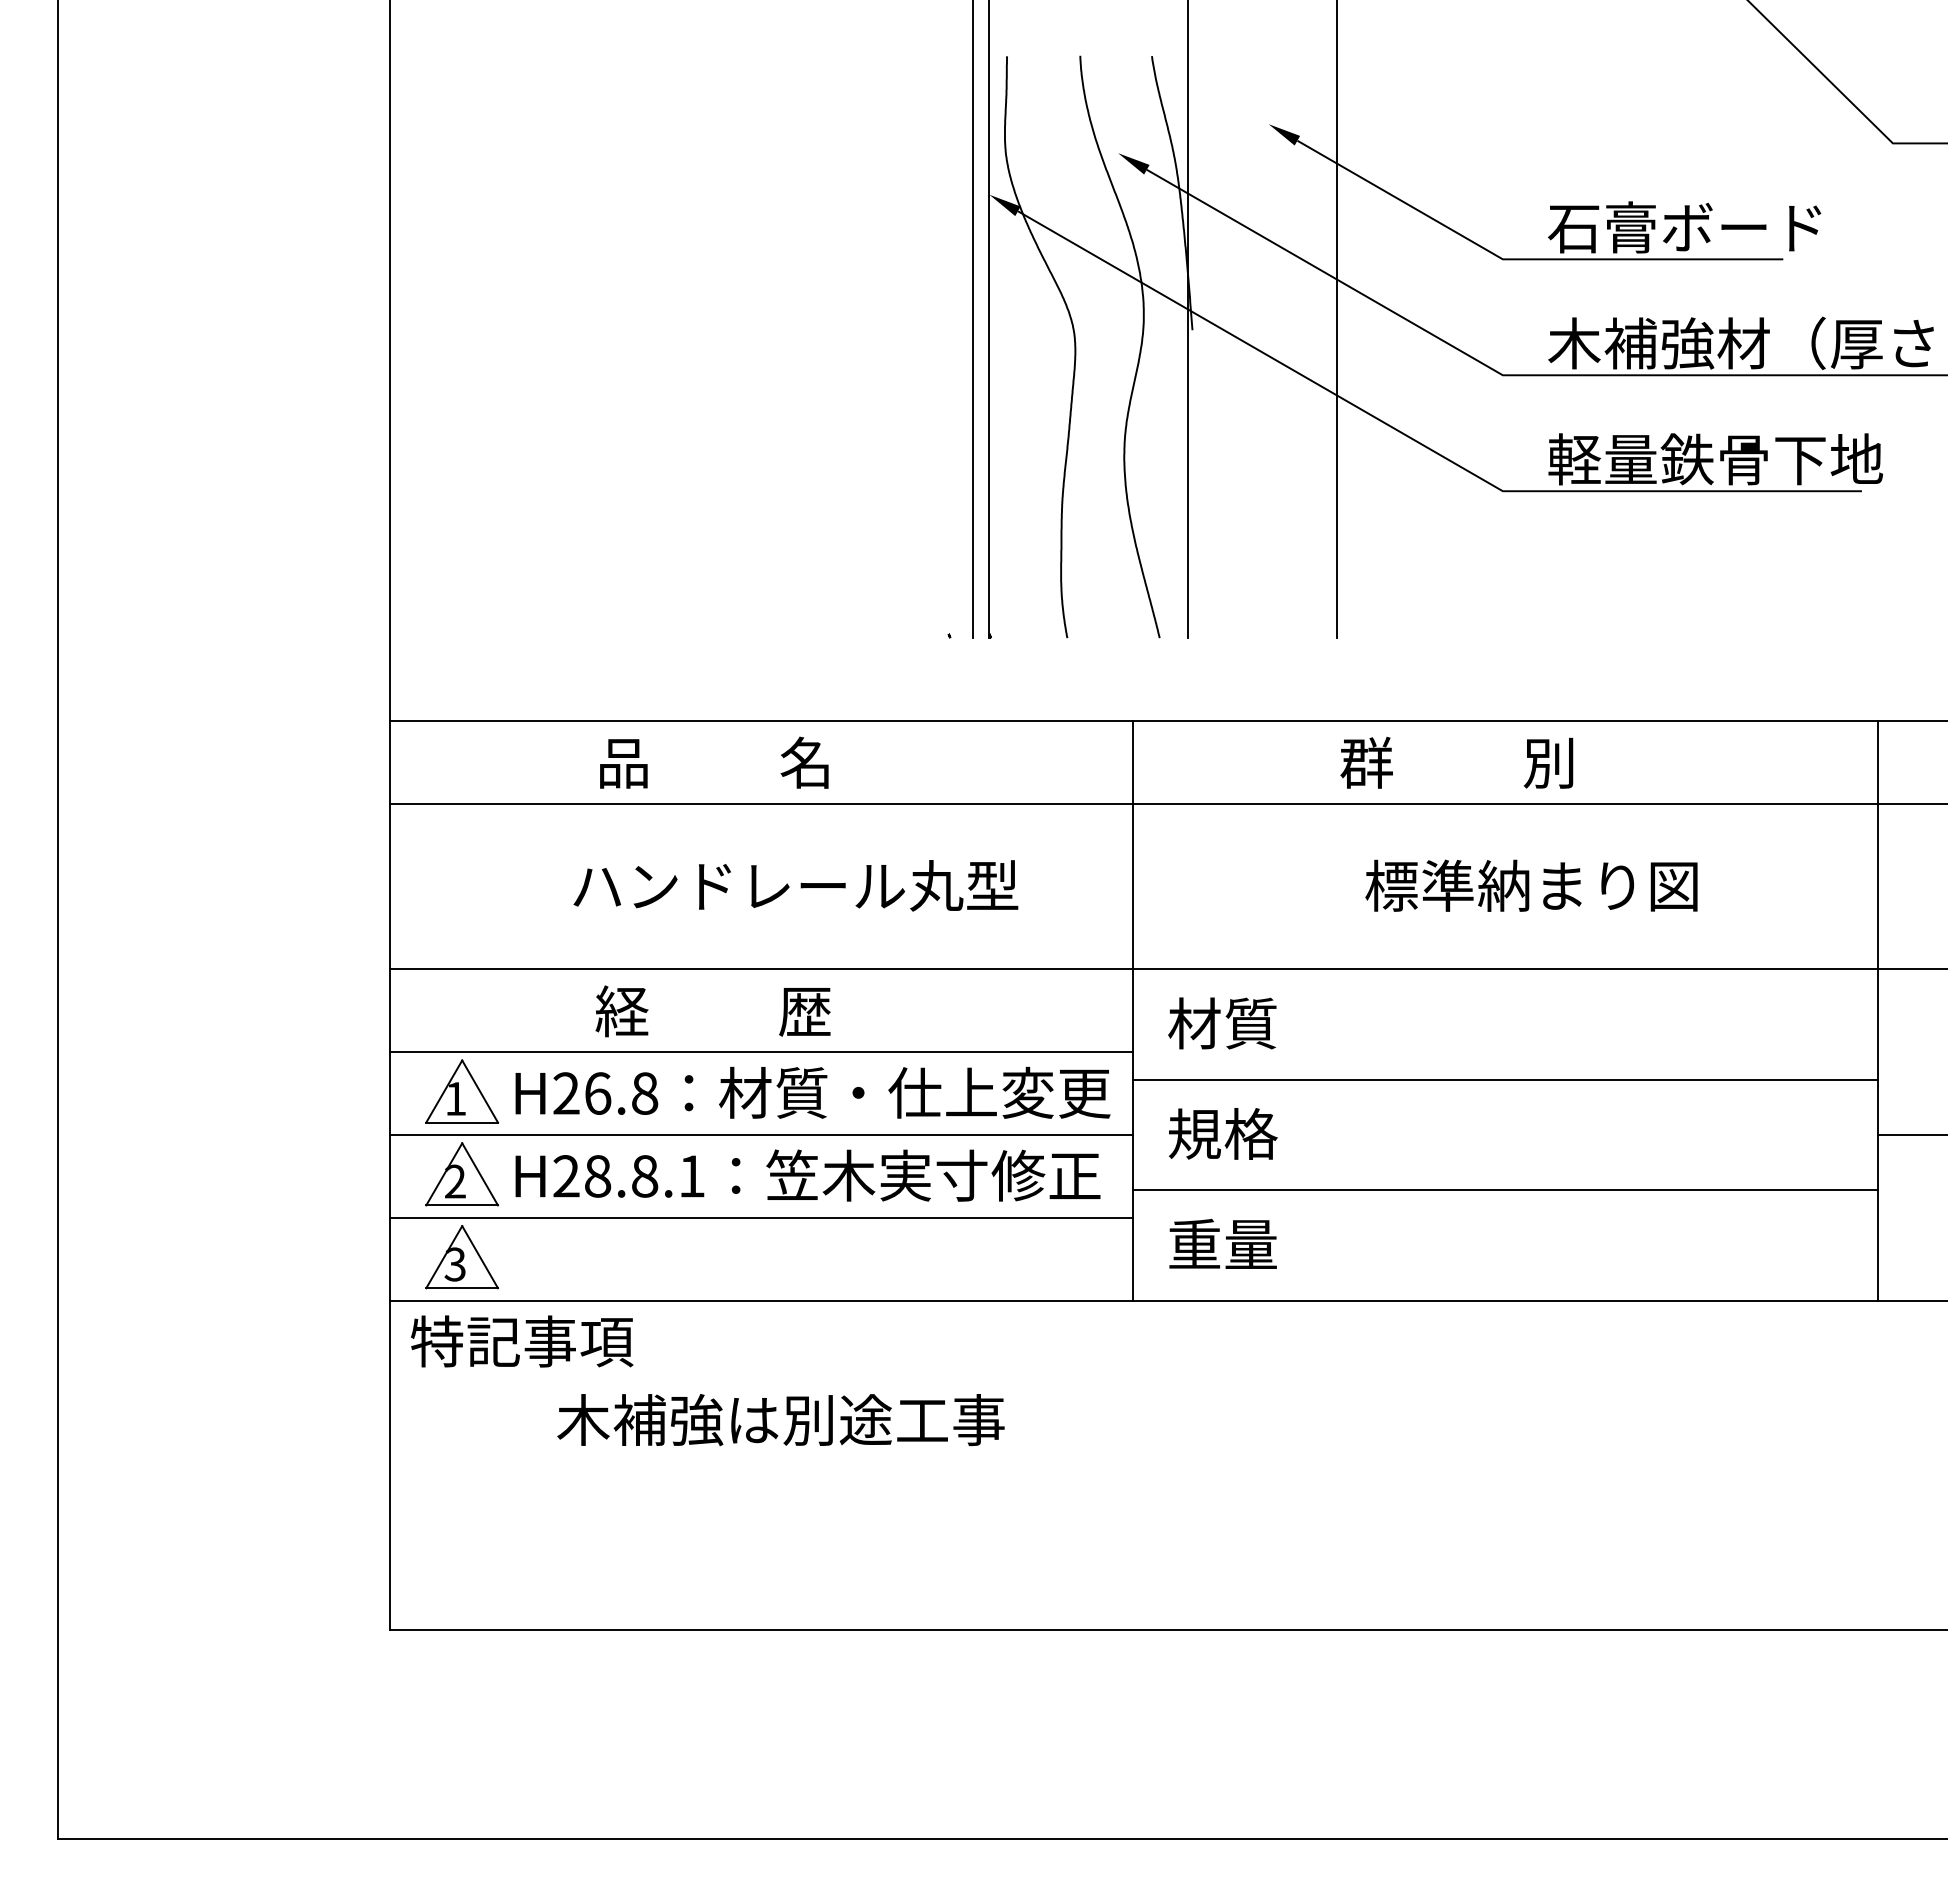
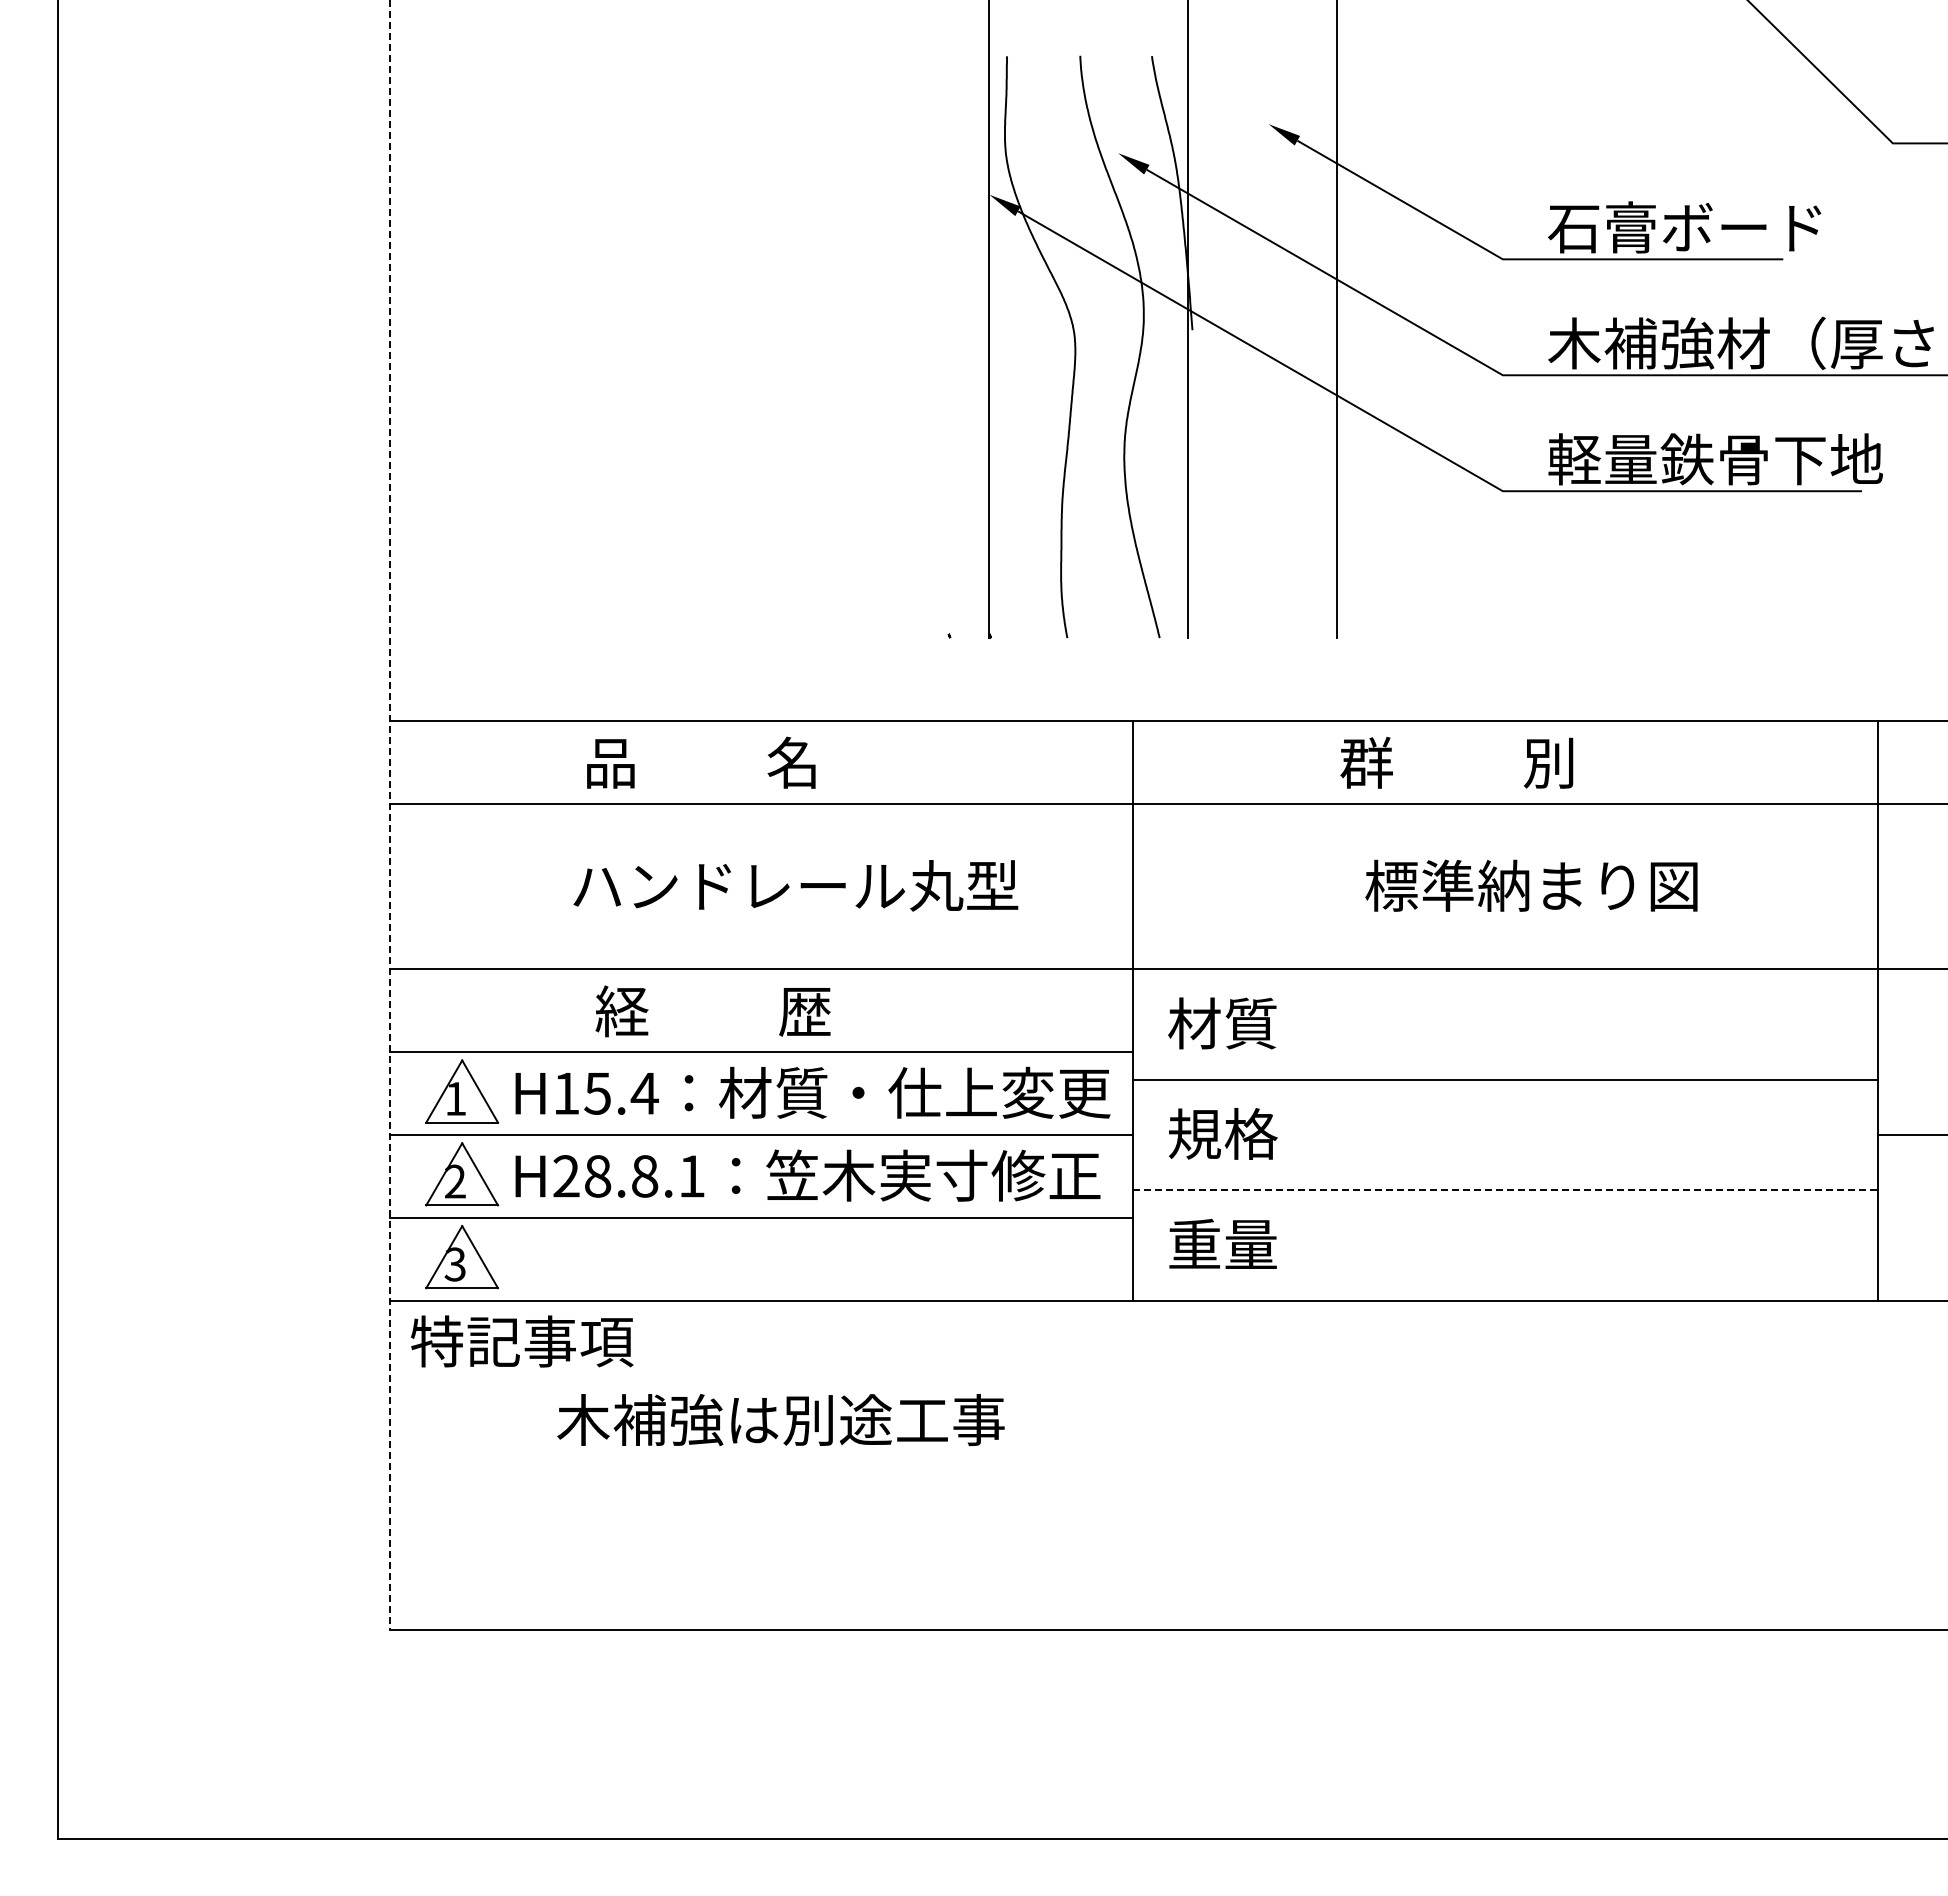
line at (972, 320): present -> none
text at (714, 762) position: (714, 762) -> (701, 762)
line at (389, 815): solid -> dashed
text at (605, 1093): H26.8 -> H15.4
line at (1505, 1190): solid -> dashed
